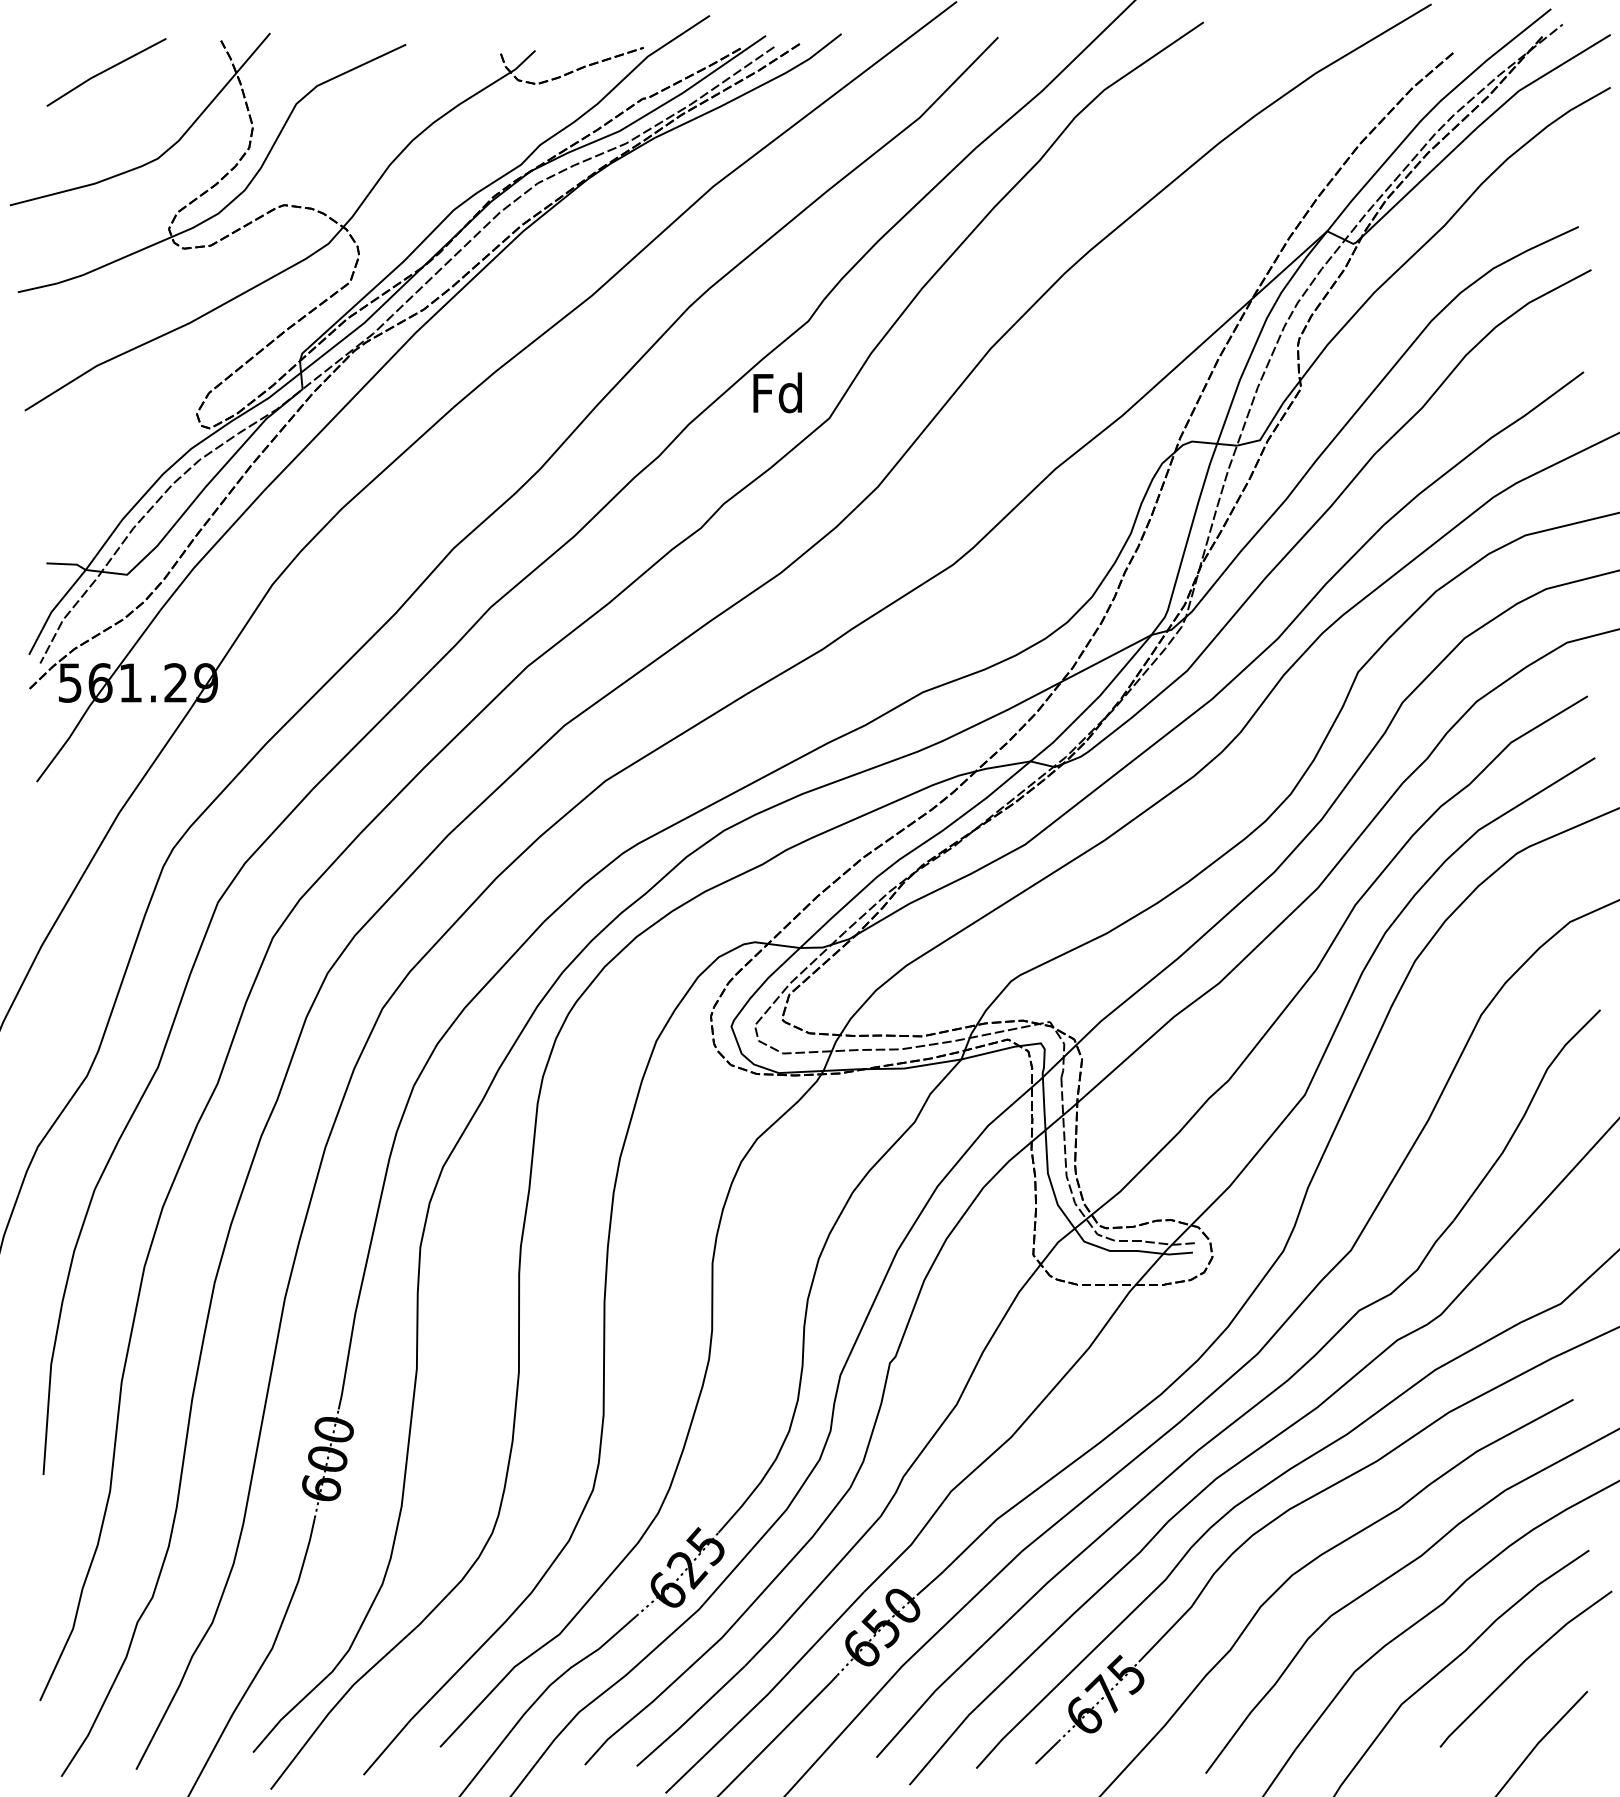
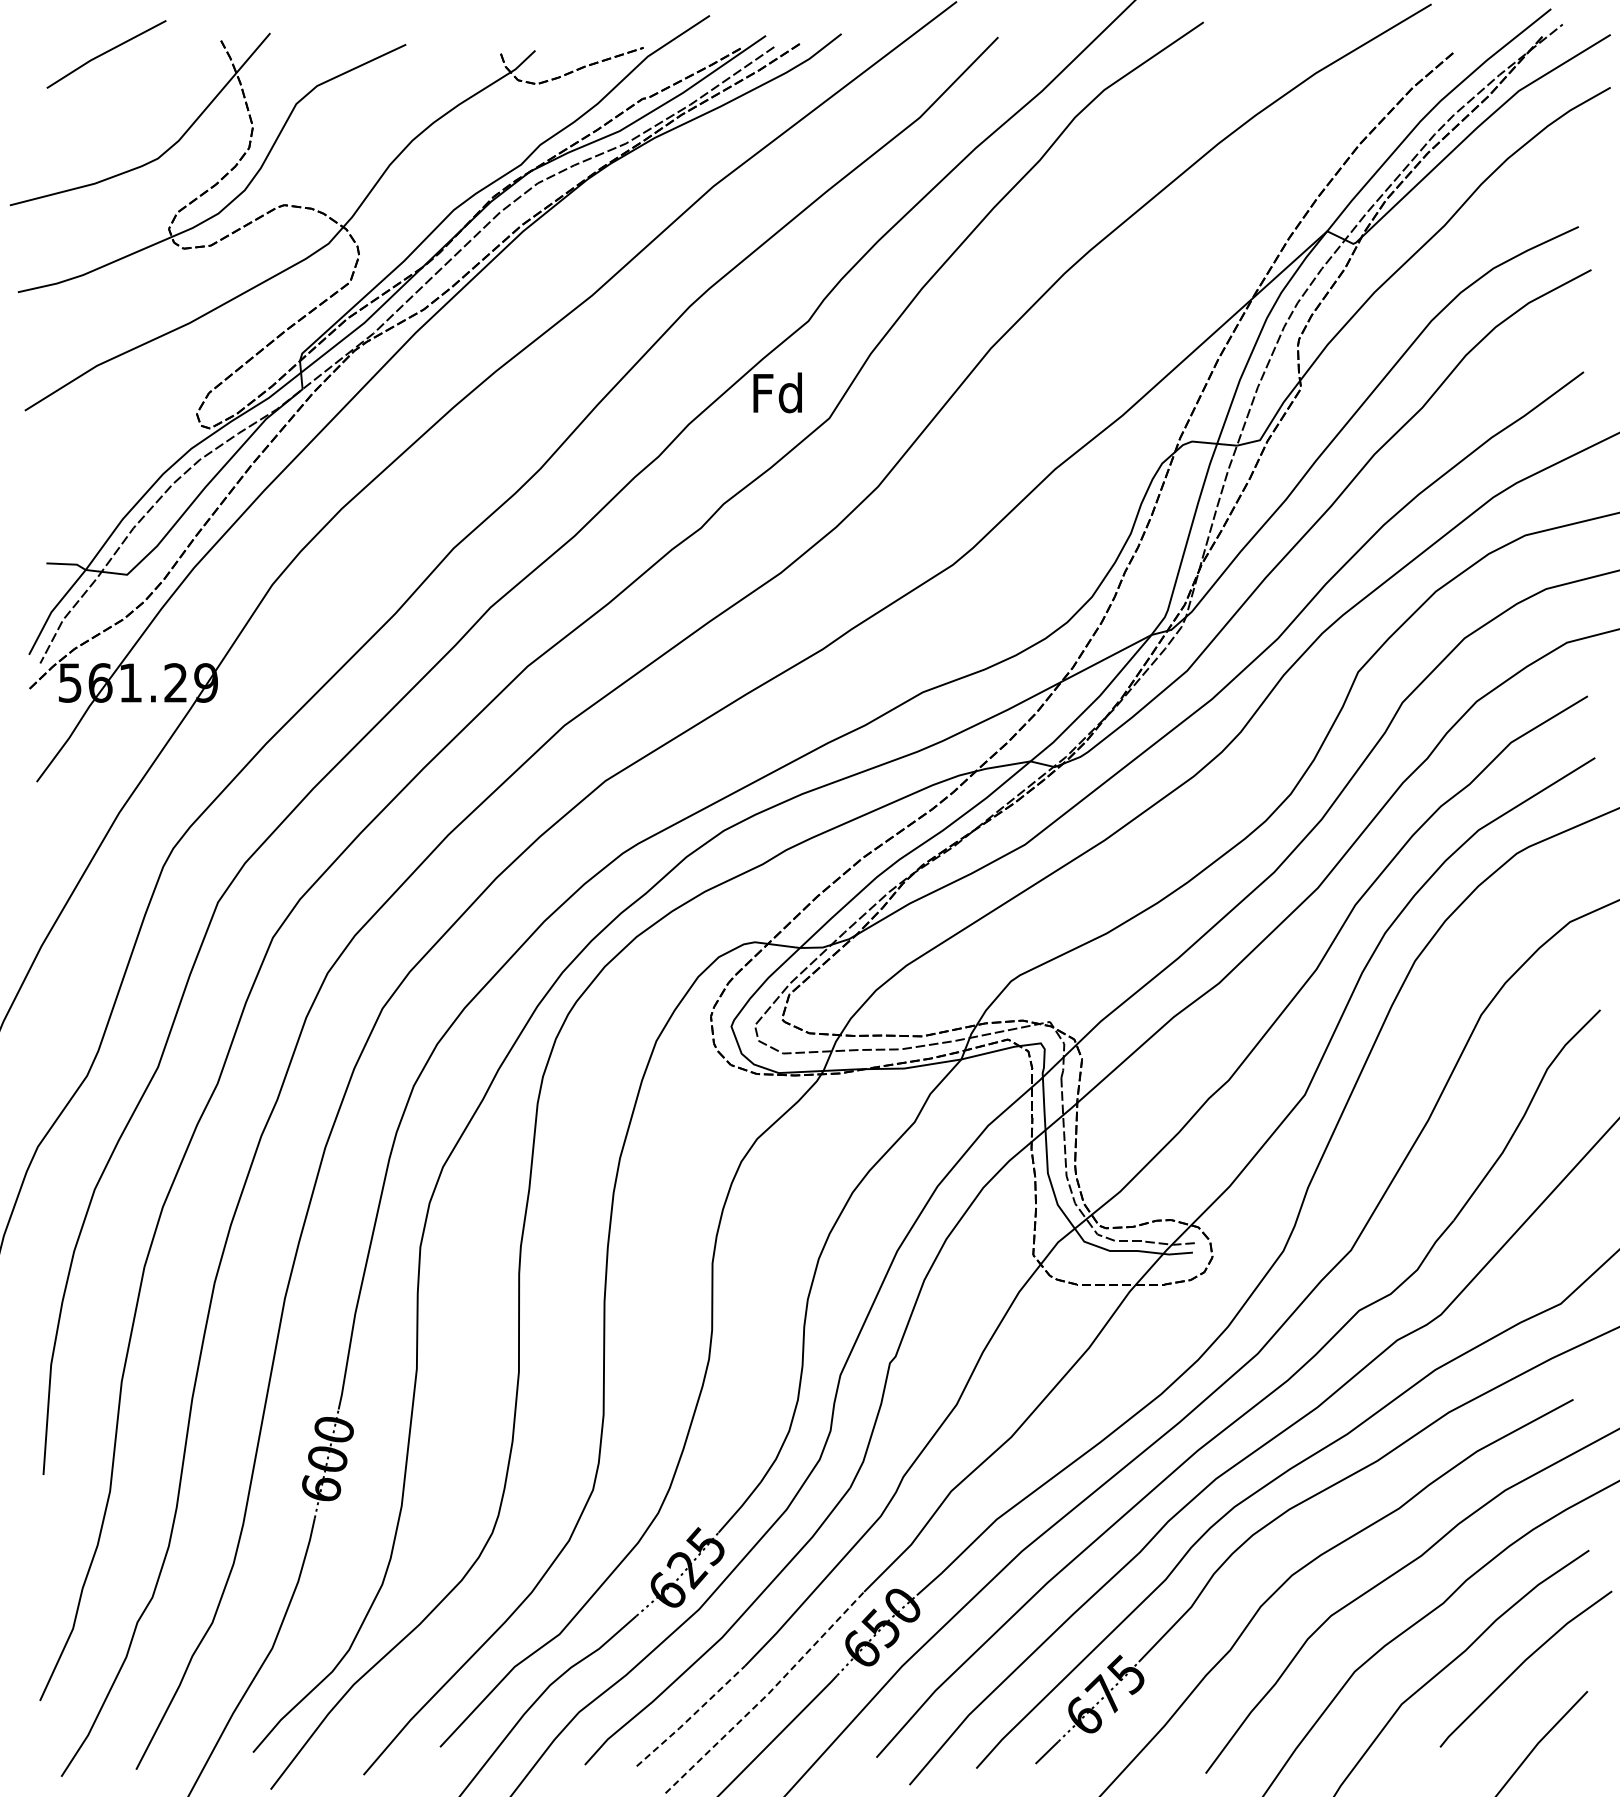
line at (106, 71) position: (106, 71) -> (106, 53)
line at (768, 1694): solid -> dashed
line at (691, 1717): solid -> dashed
